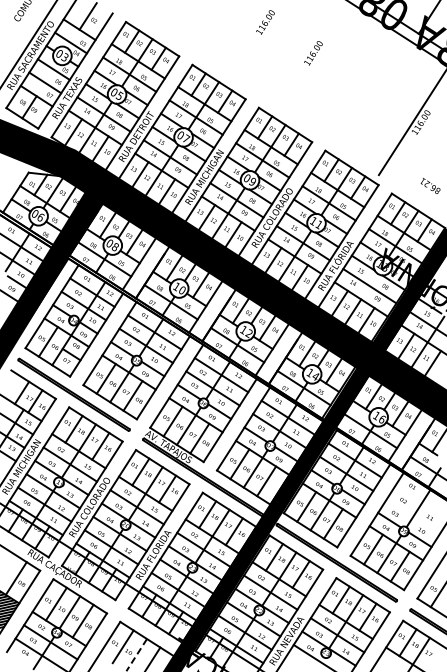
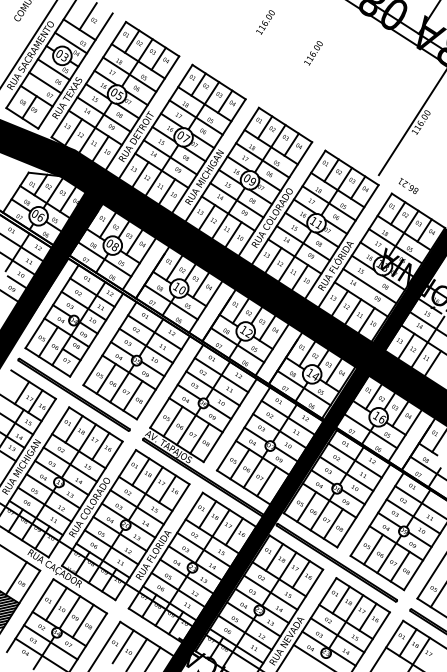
text at (430, 185) position: (430, 185) -> (408, 185)
line at (419, 501): none -> present
line at (413, 516): none -> present
line at (136, 655): dashed -> solid
